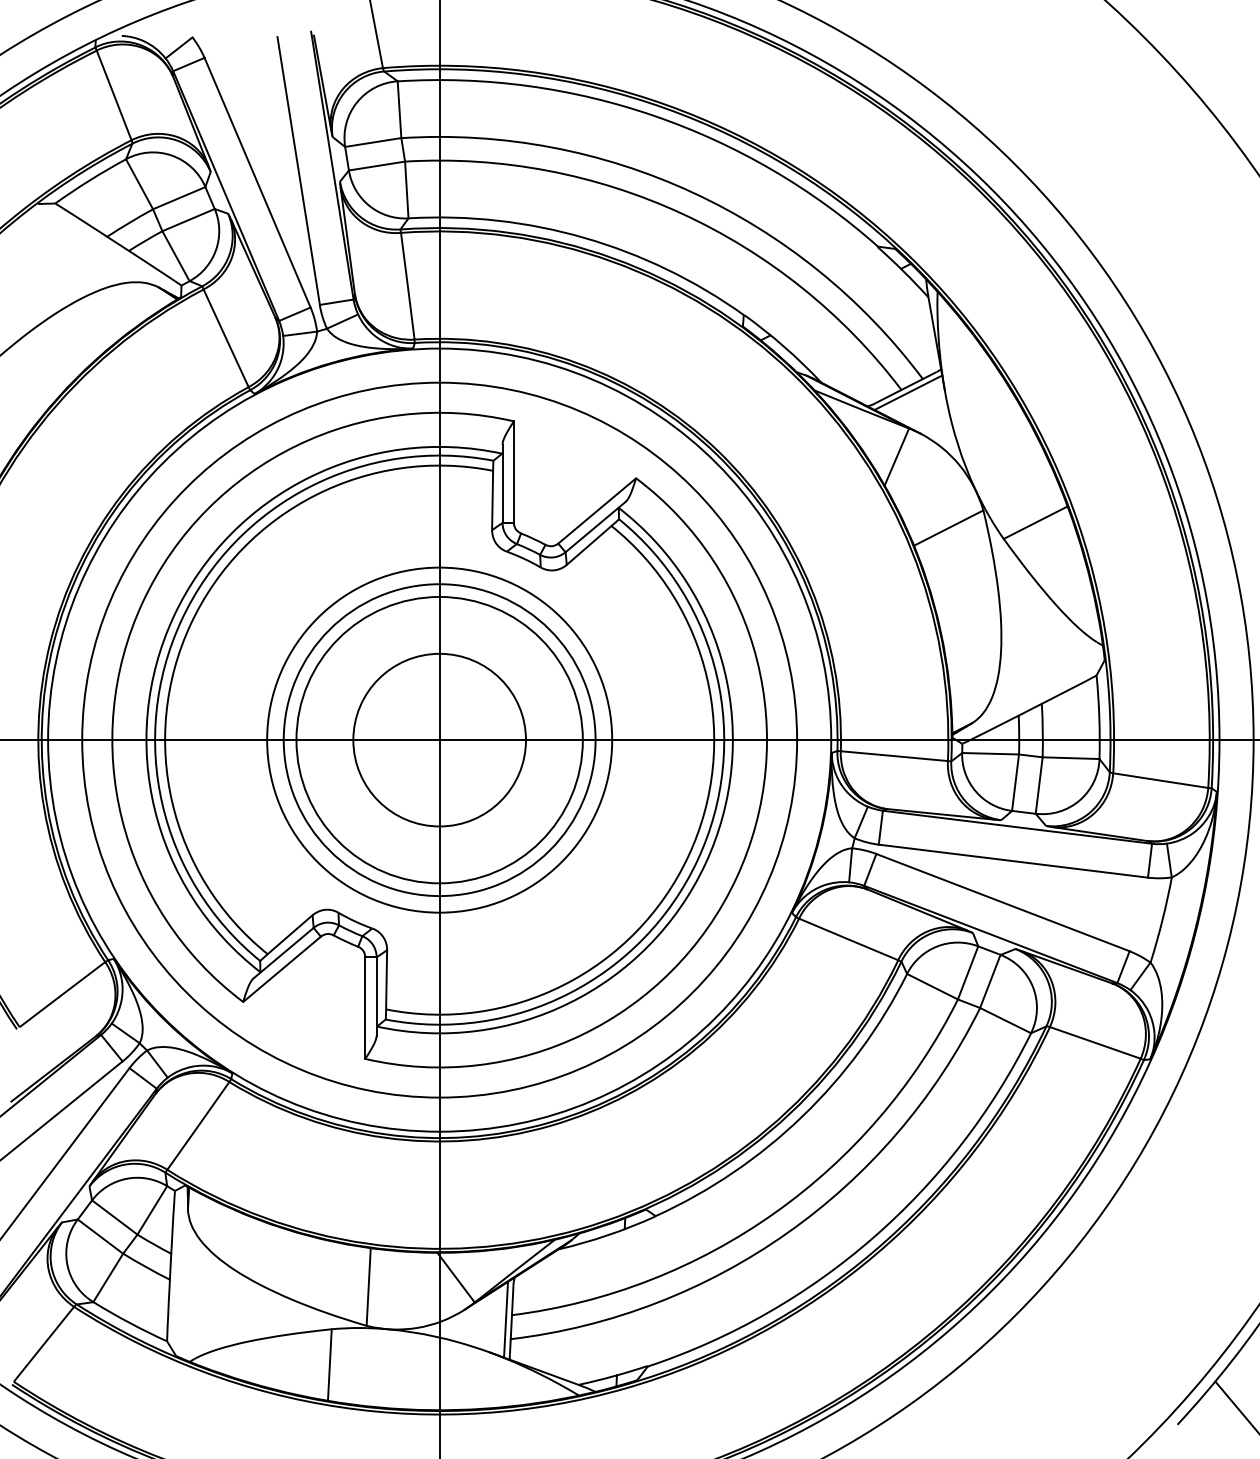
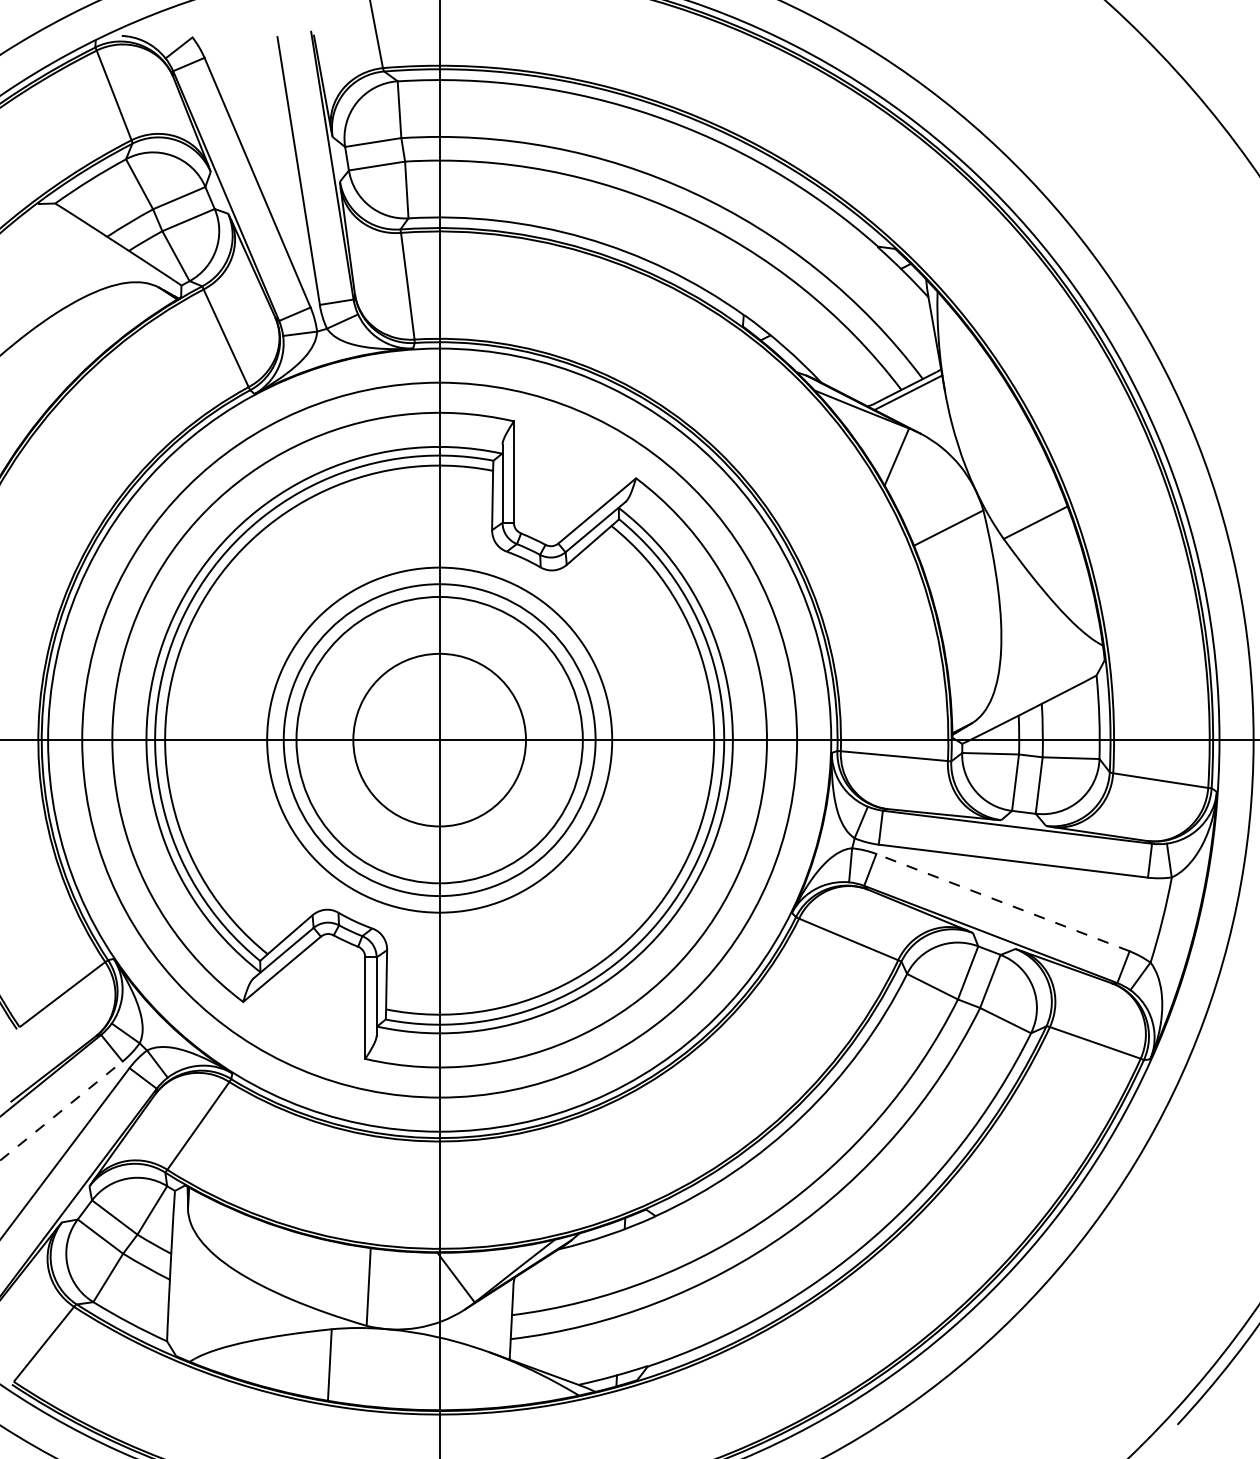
line at (1003, 902): solid -> dashed
line at (61, 1111): solid -> dashed
line at (506, 1319): present -> none
line at (1235, 1405): present -> none
